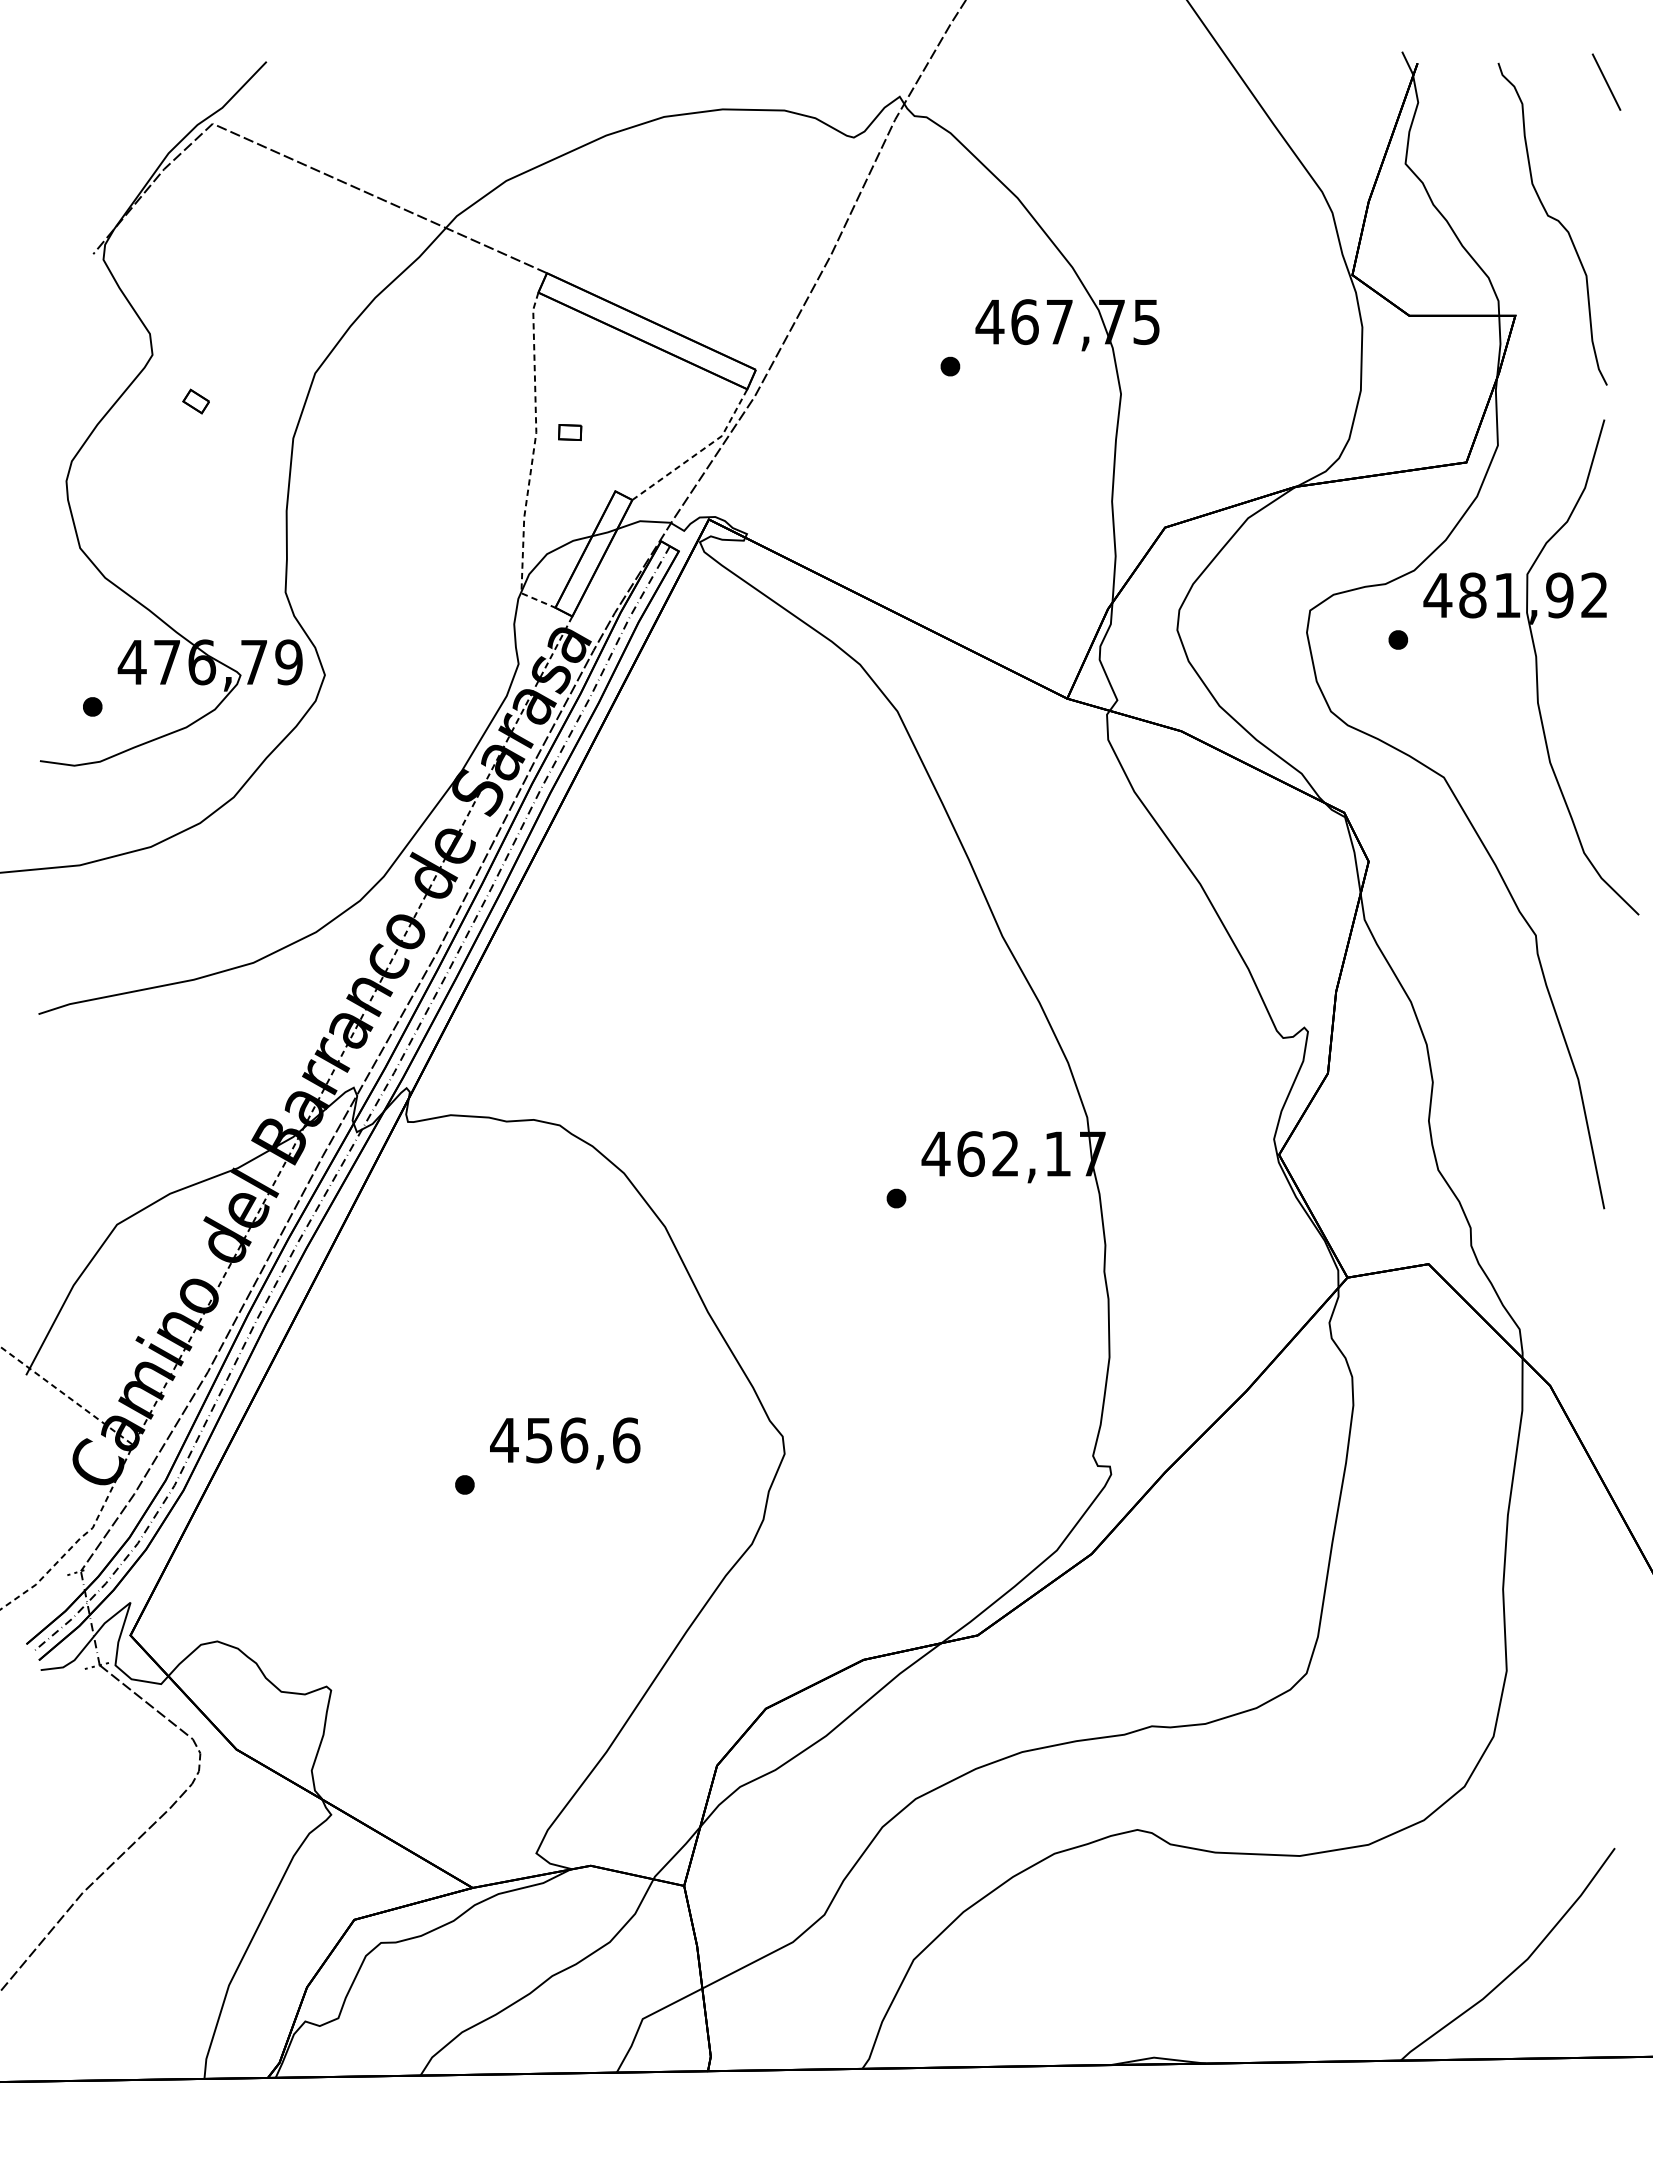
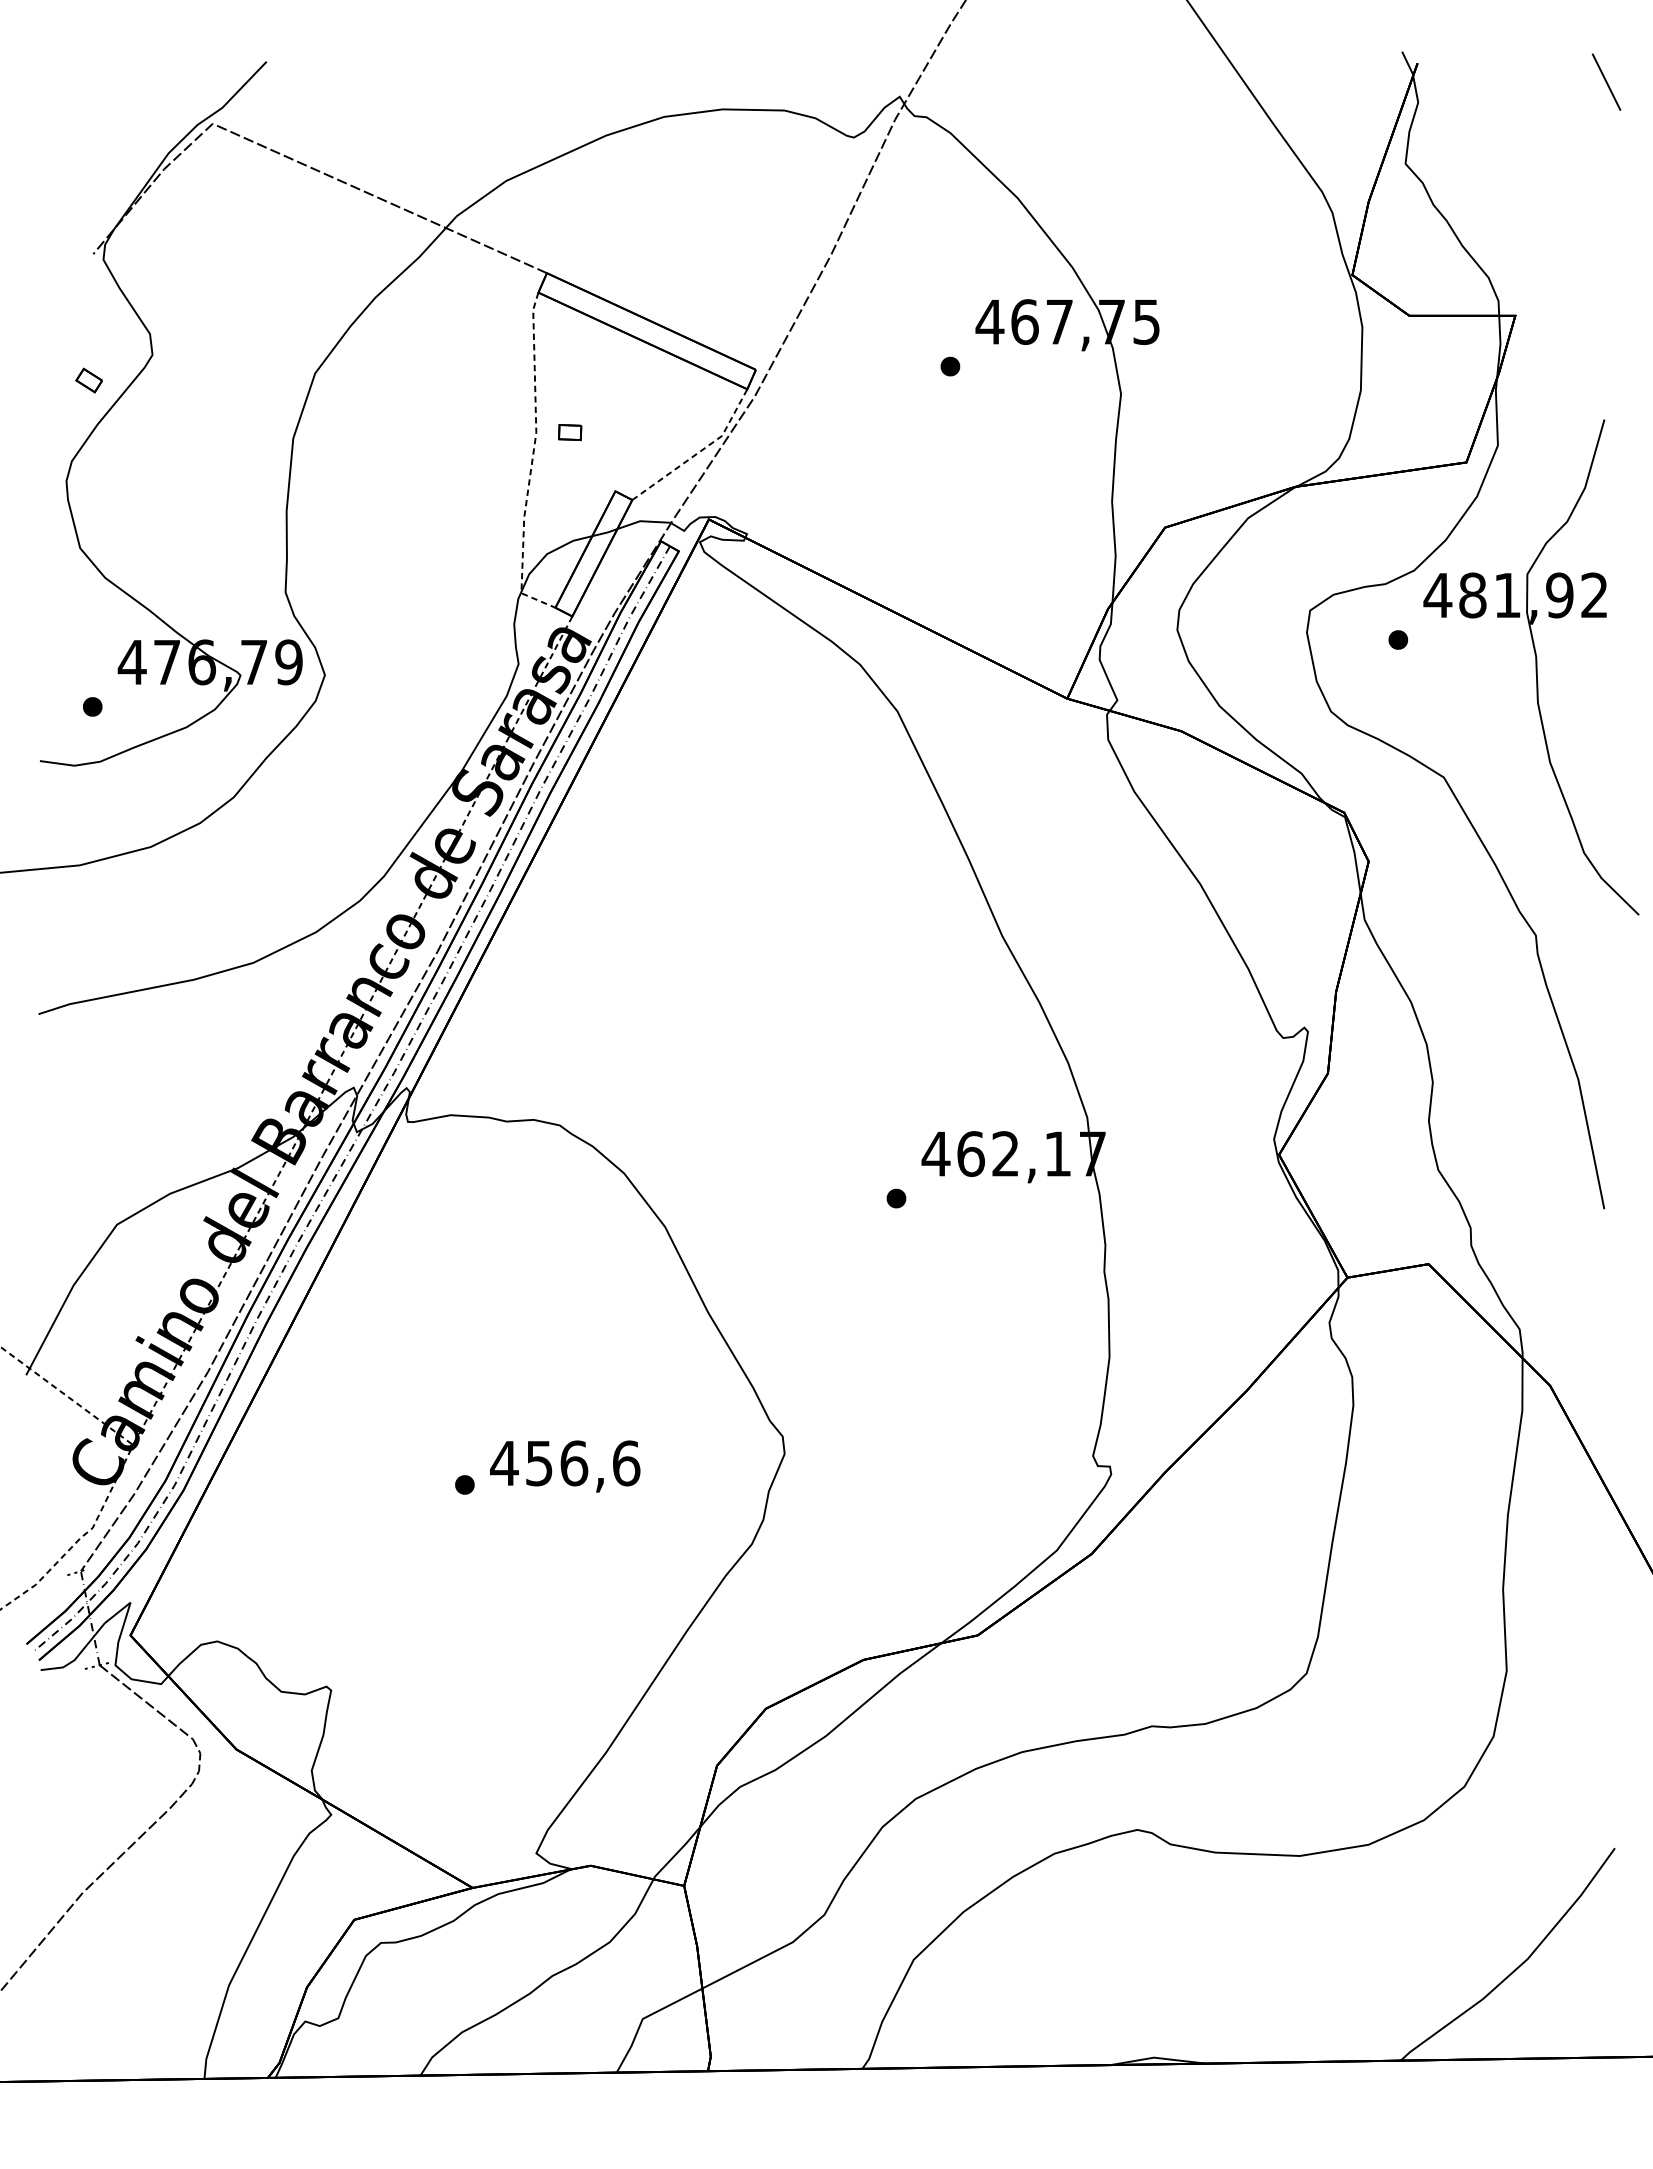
curve at (1553, 219): present -> none
part at (195, 401) position: (195, 401) -> (88, 380)
text at (565, 1443) position: (565, 1443) -> (565, 1466)
